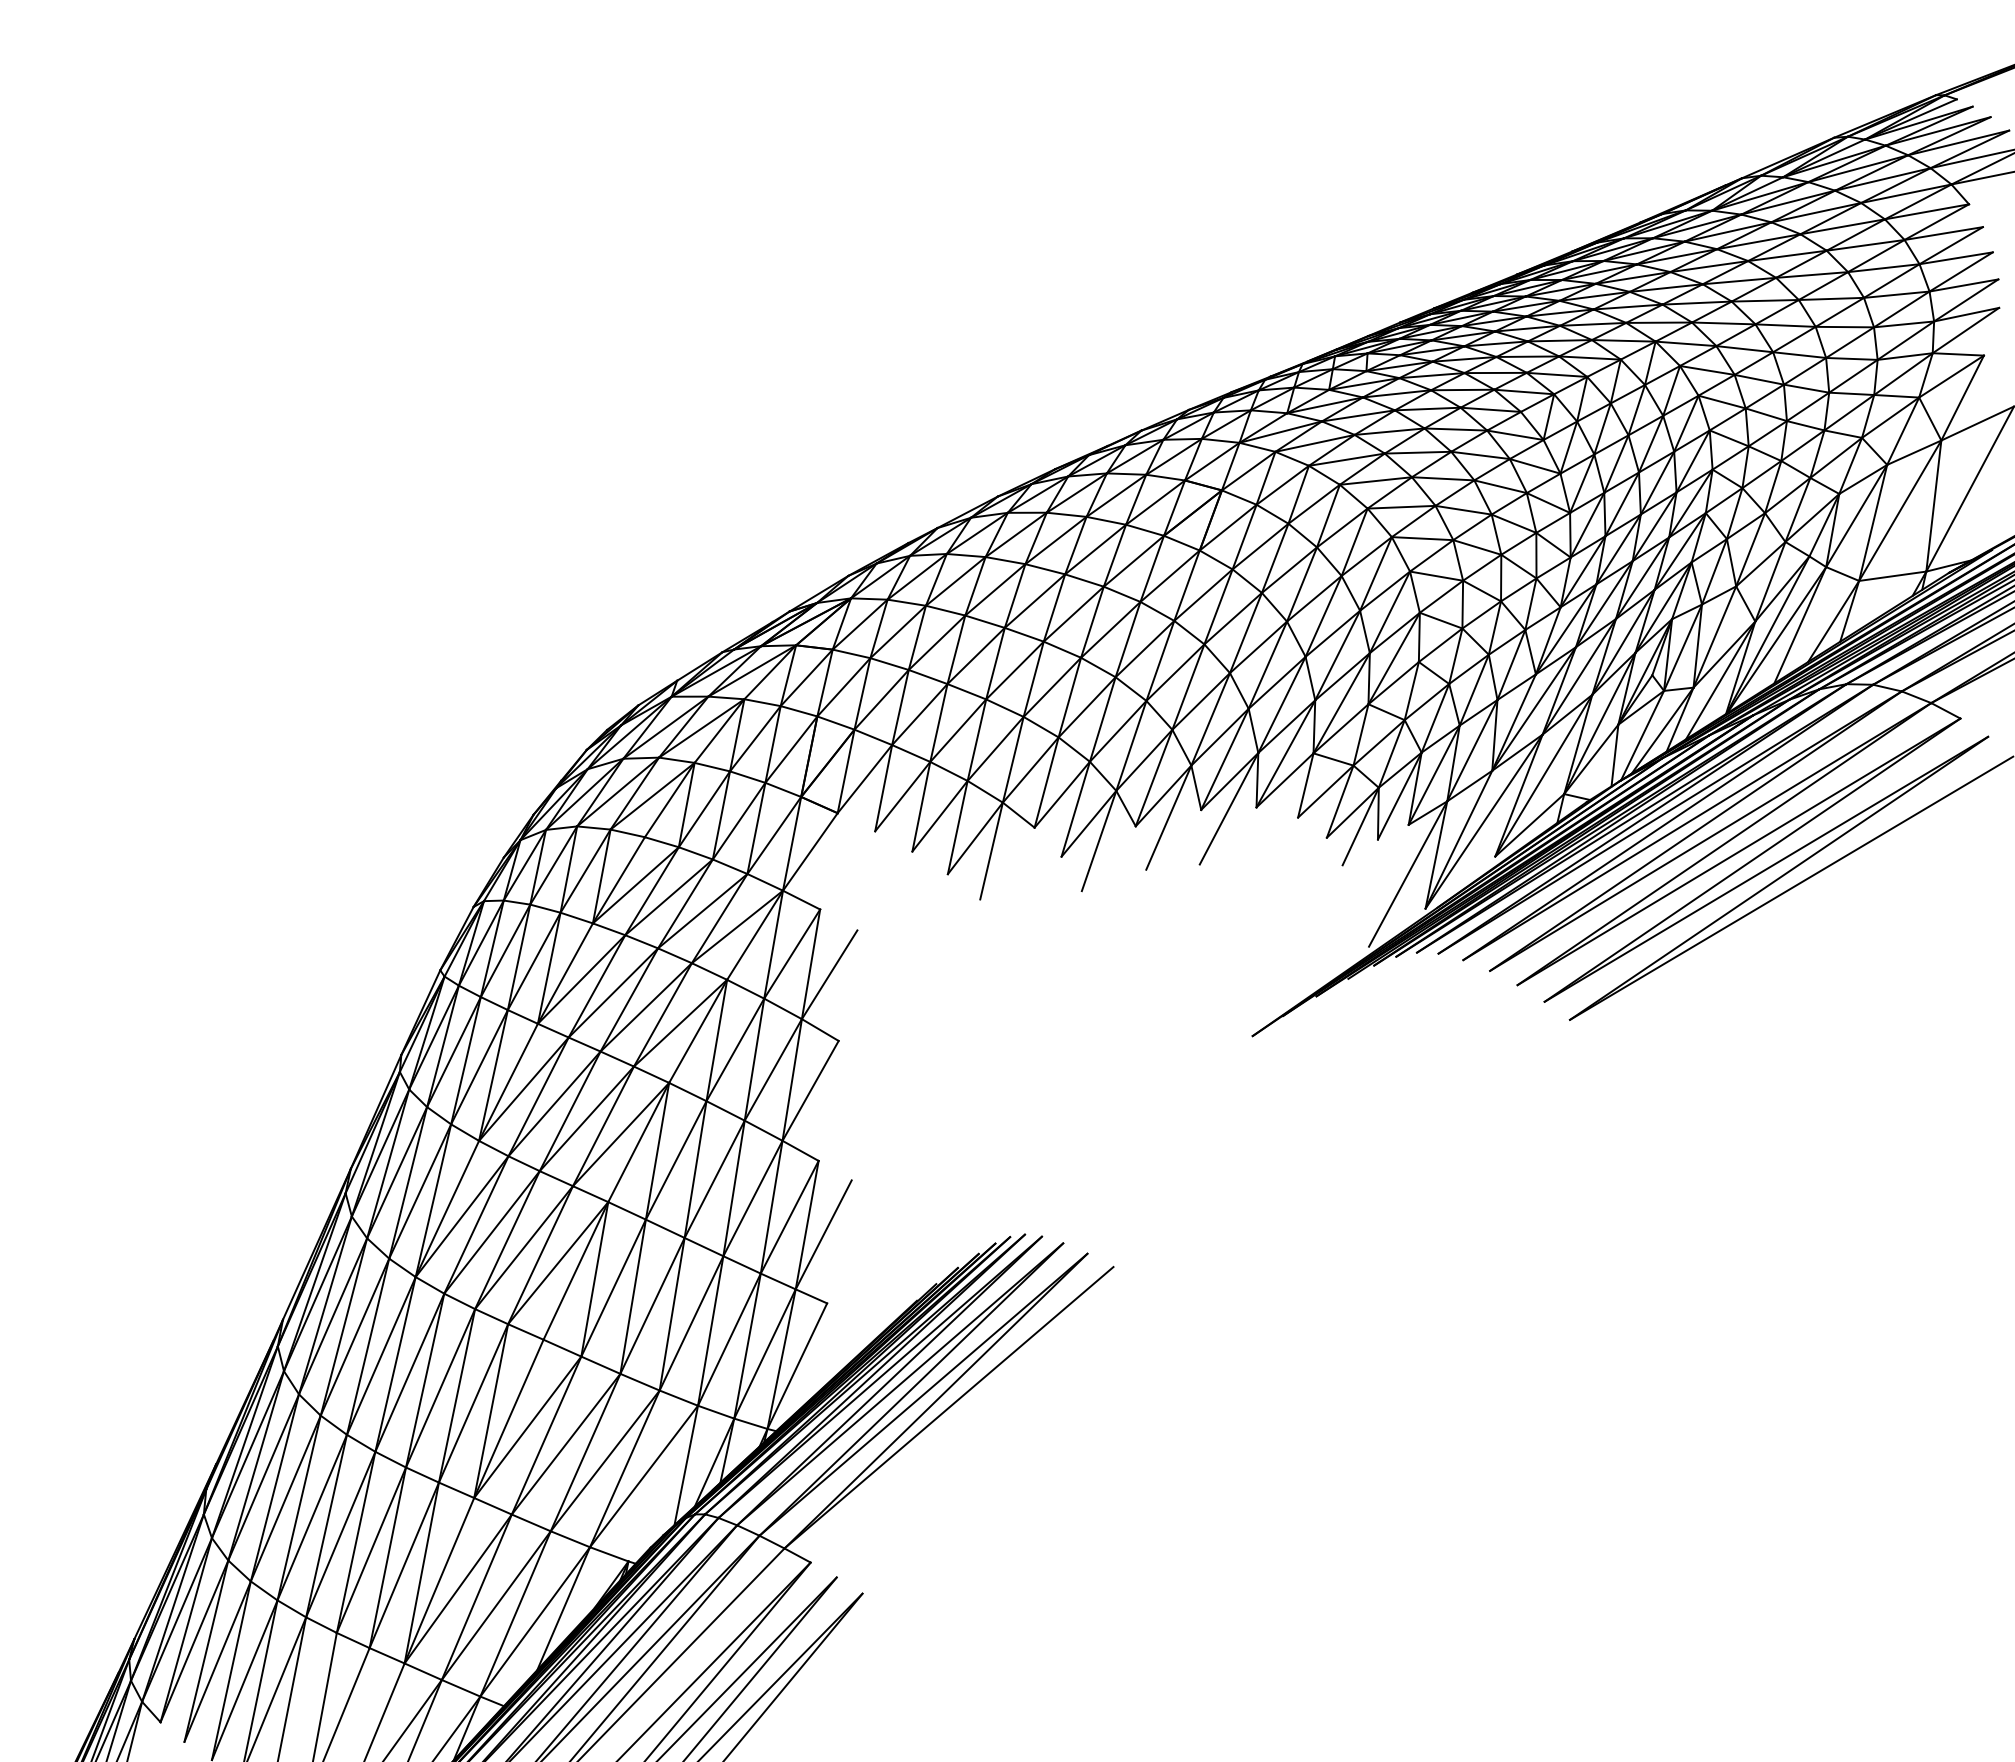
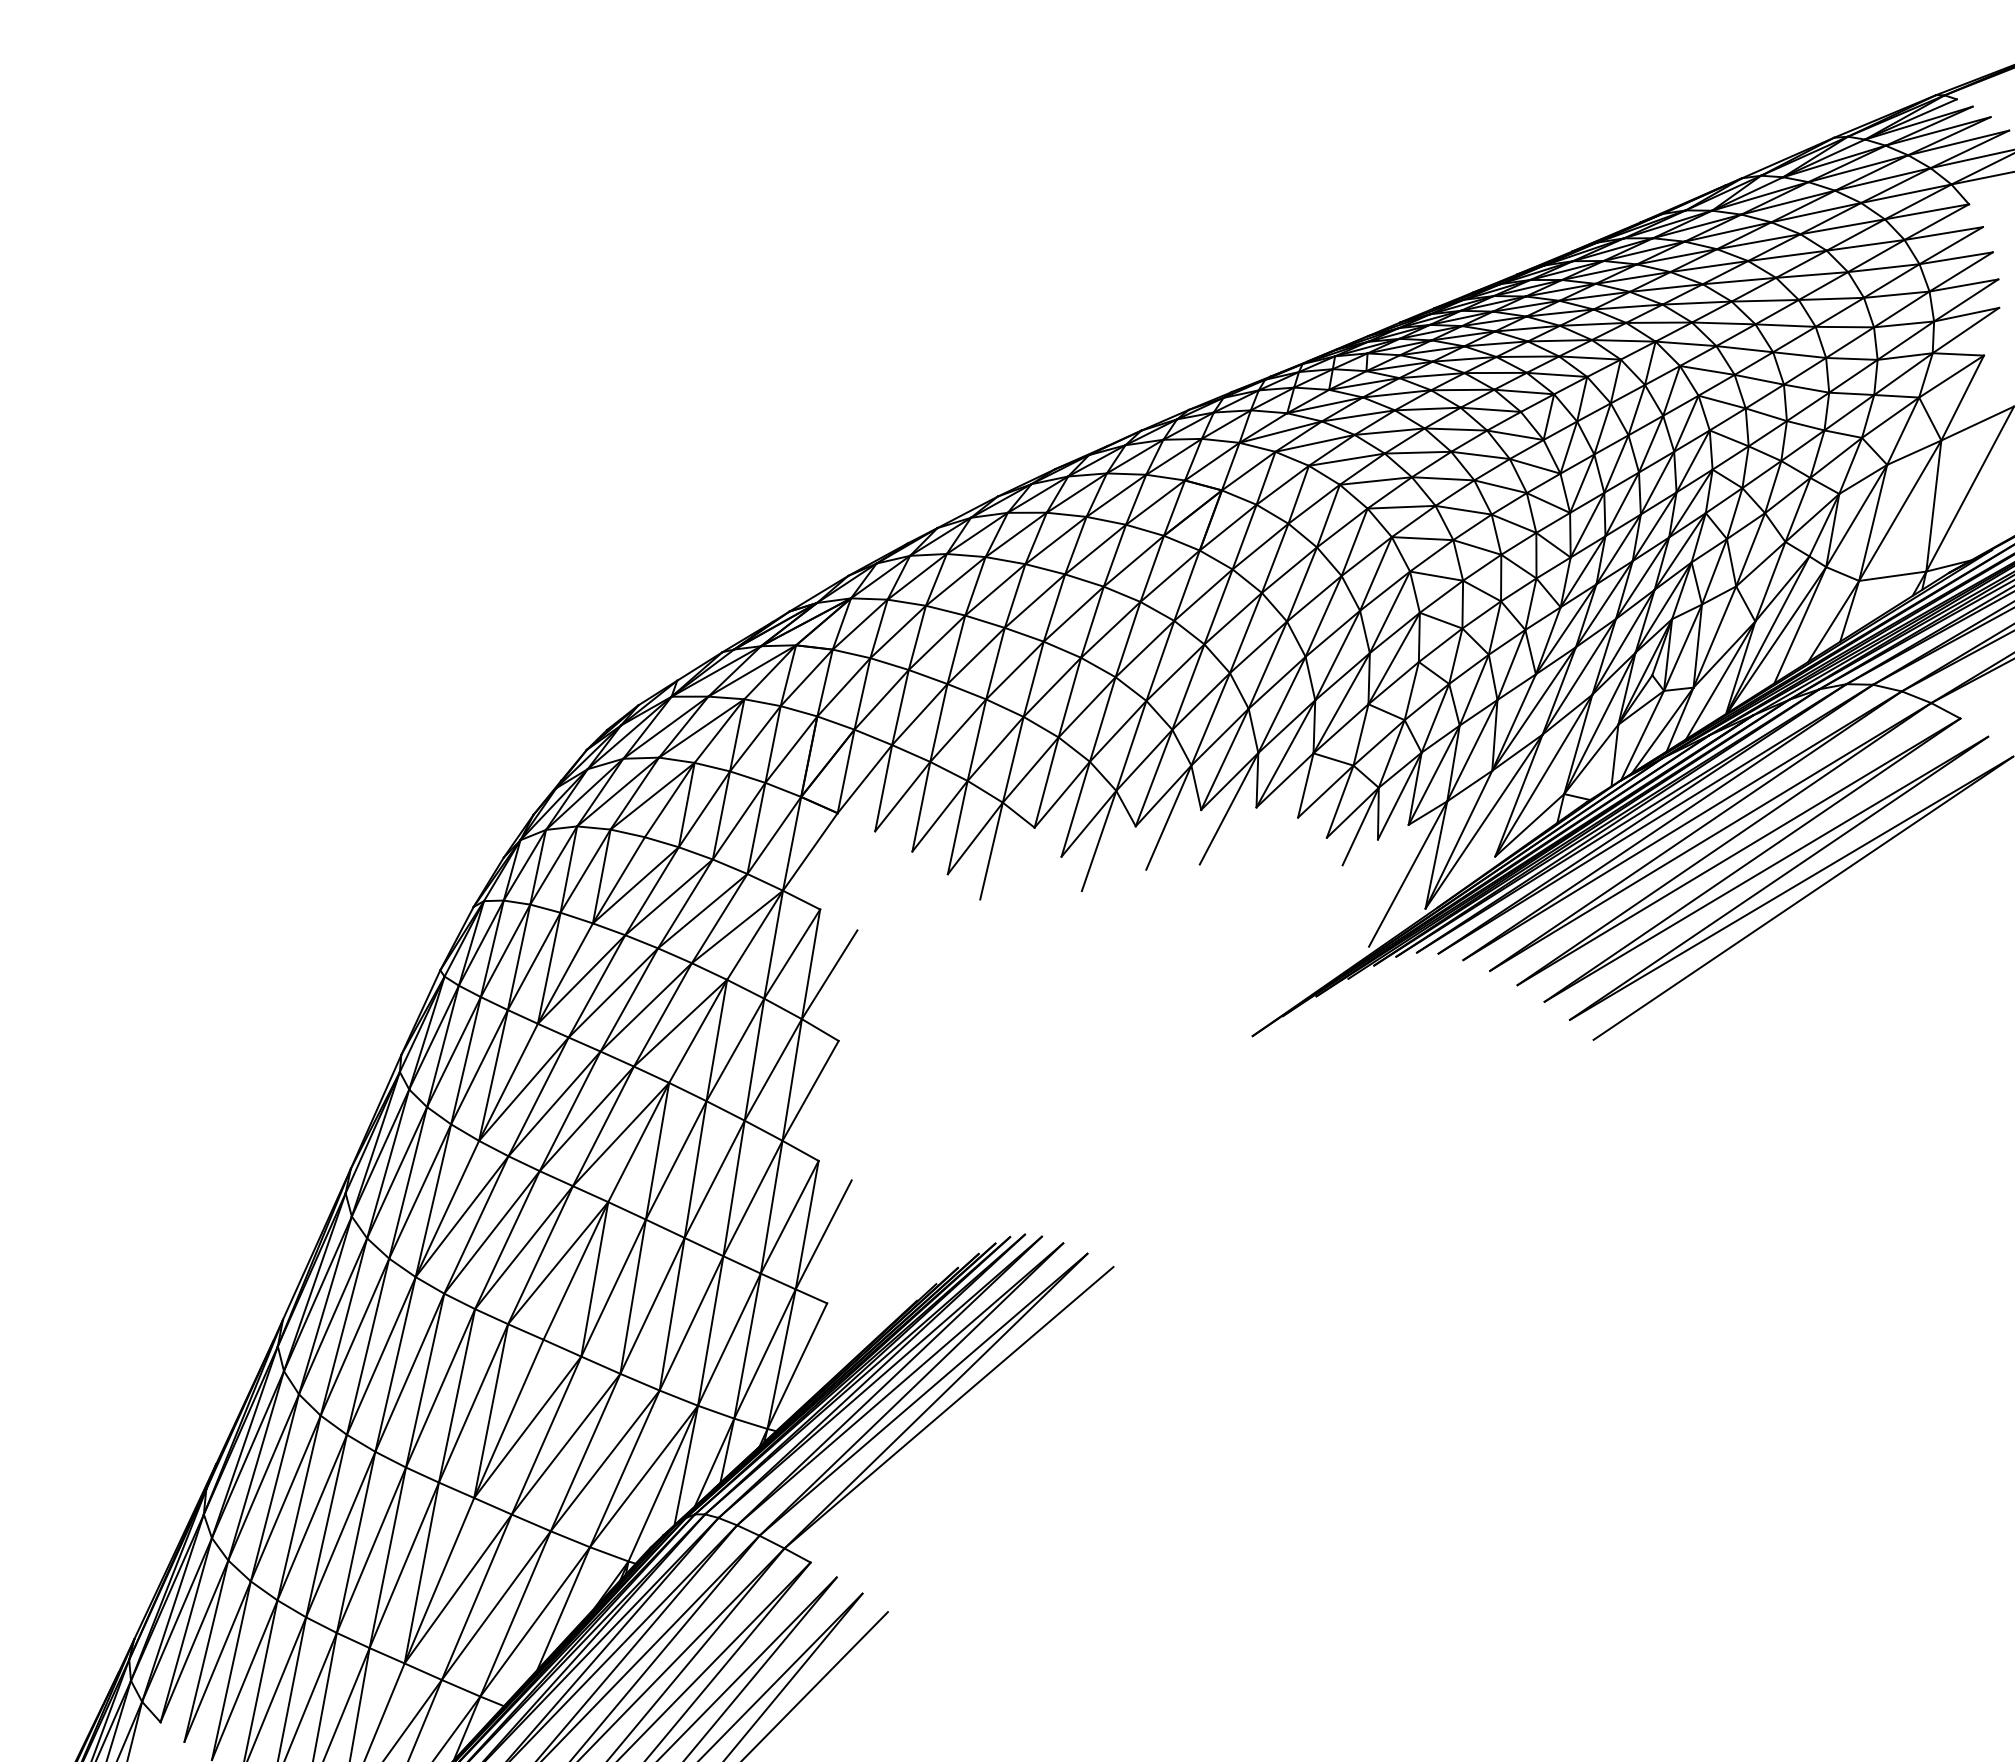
line at (1802, 898): none -> present
line at (663, 1483): none -> present
line at (696, 1653): none -> present
line at (815, 1685): none -> present
line at (310, 1695): none -> present
line at (359, 1703): none -> present
